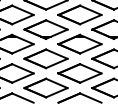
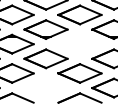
part at (79, 43): present -> none
part at (45, 87): present -> none
